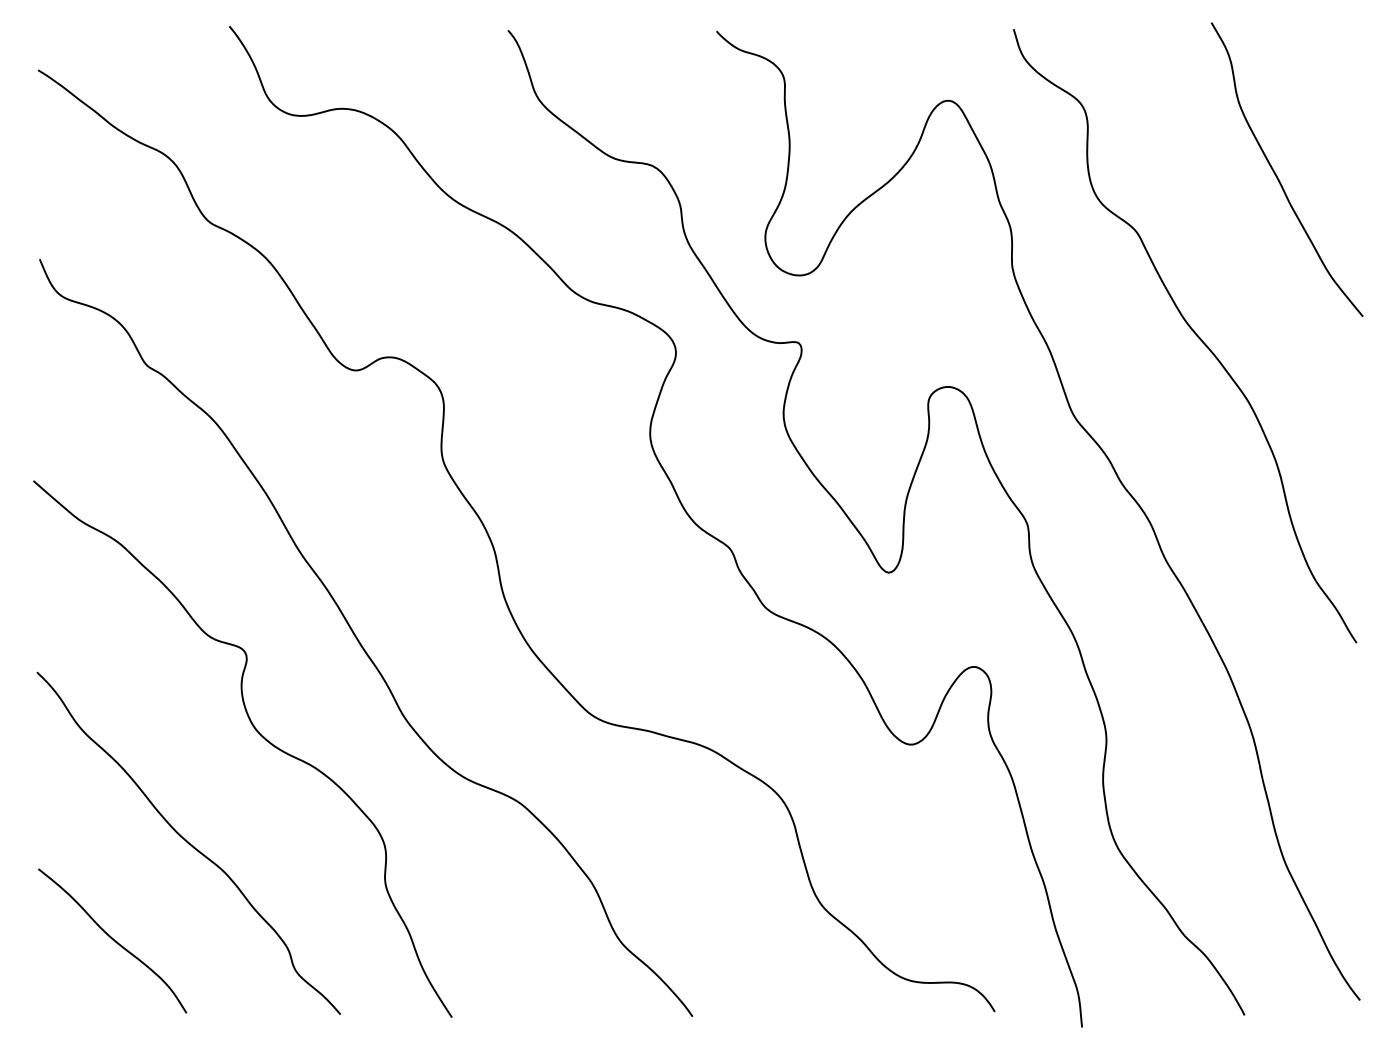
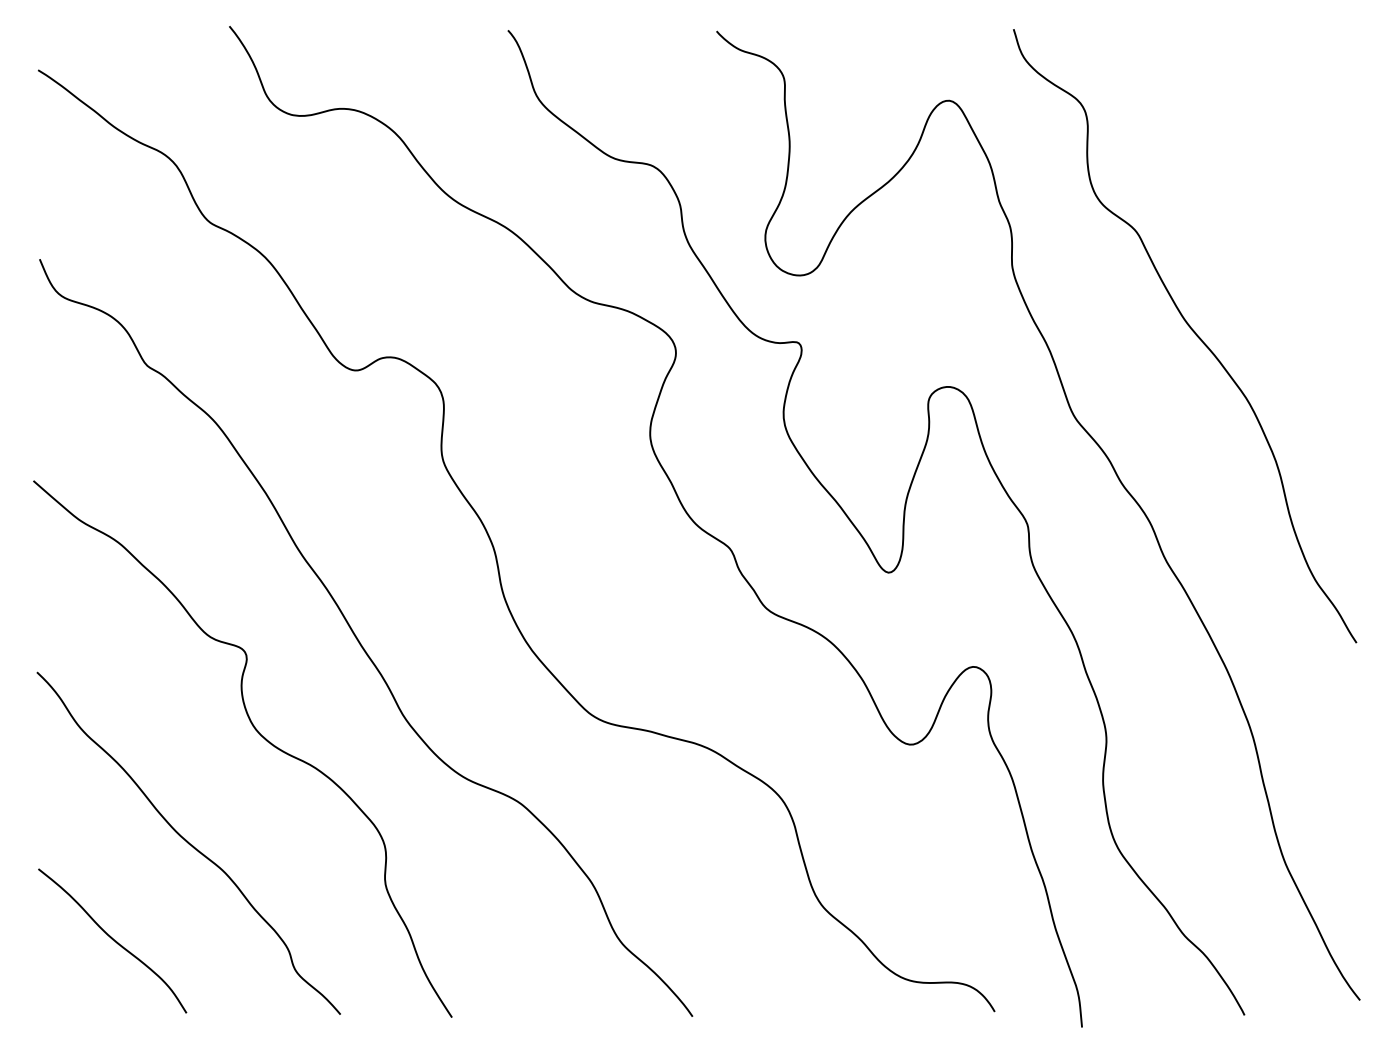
curve at (1277, 175): present -> none
